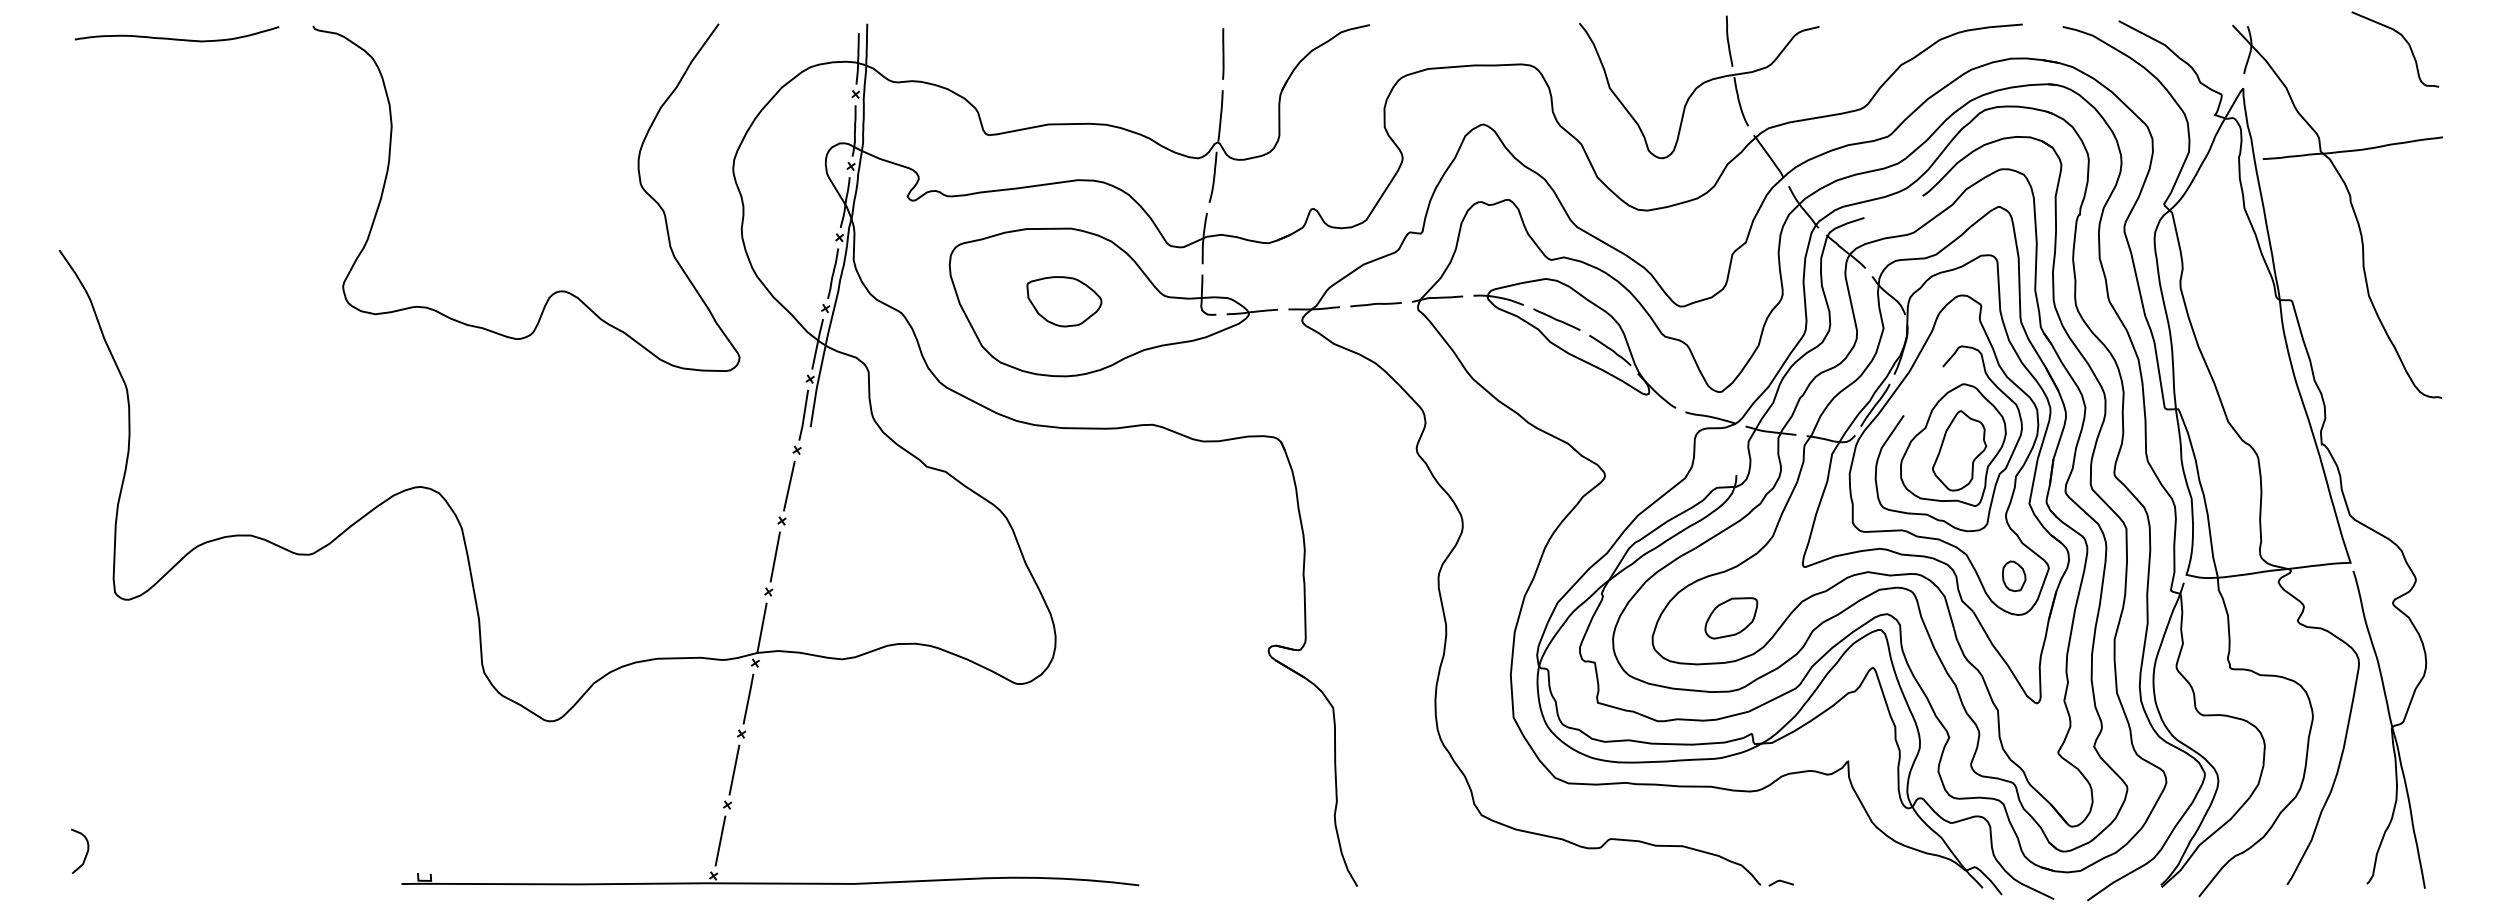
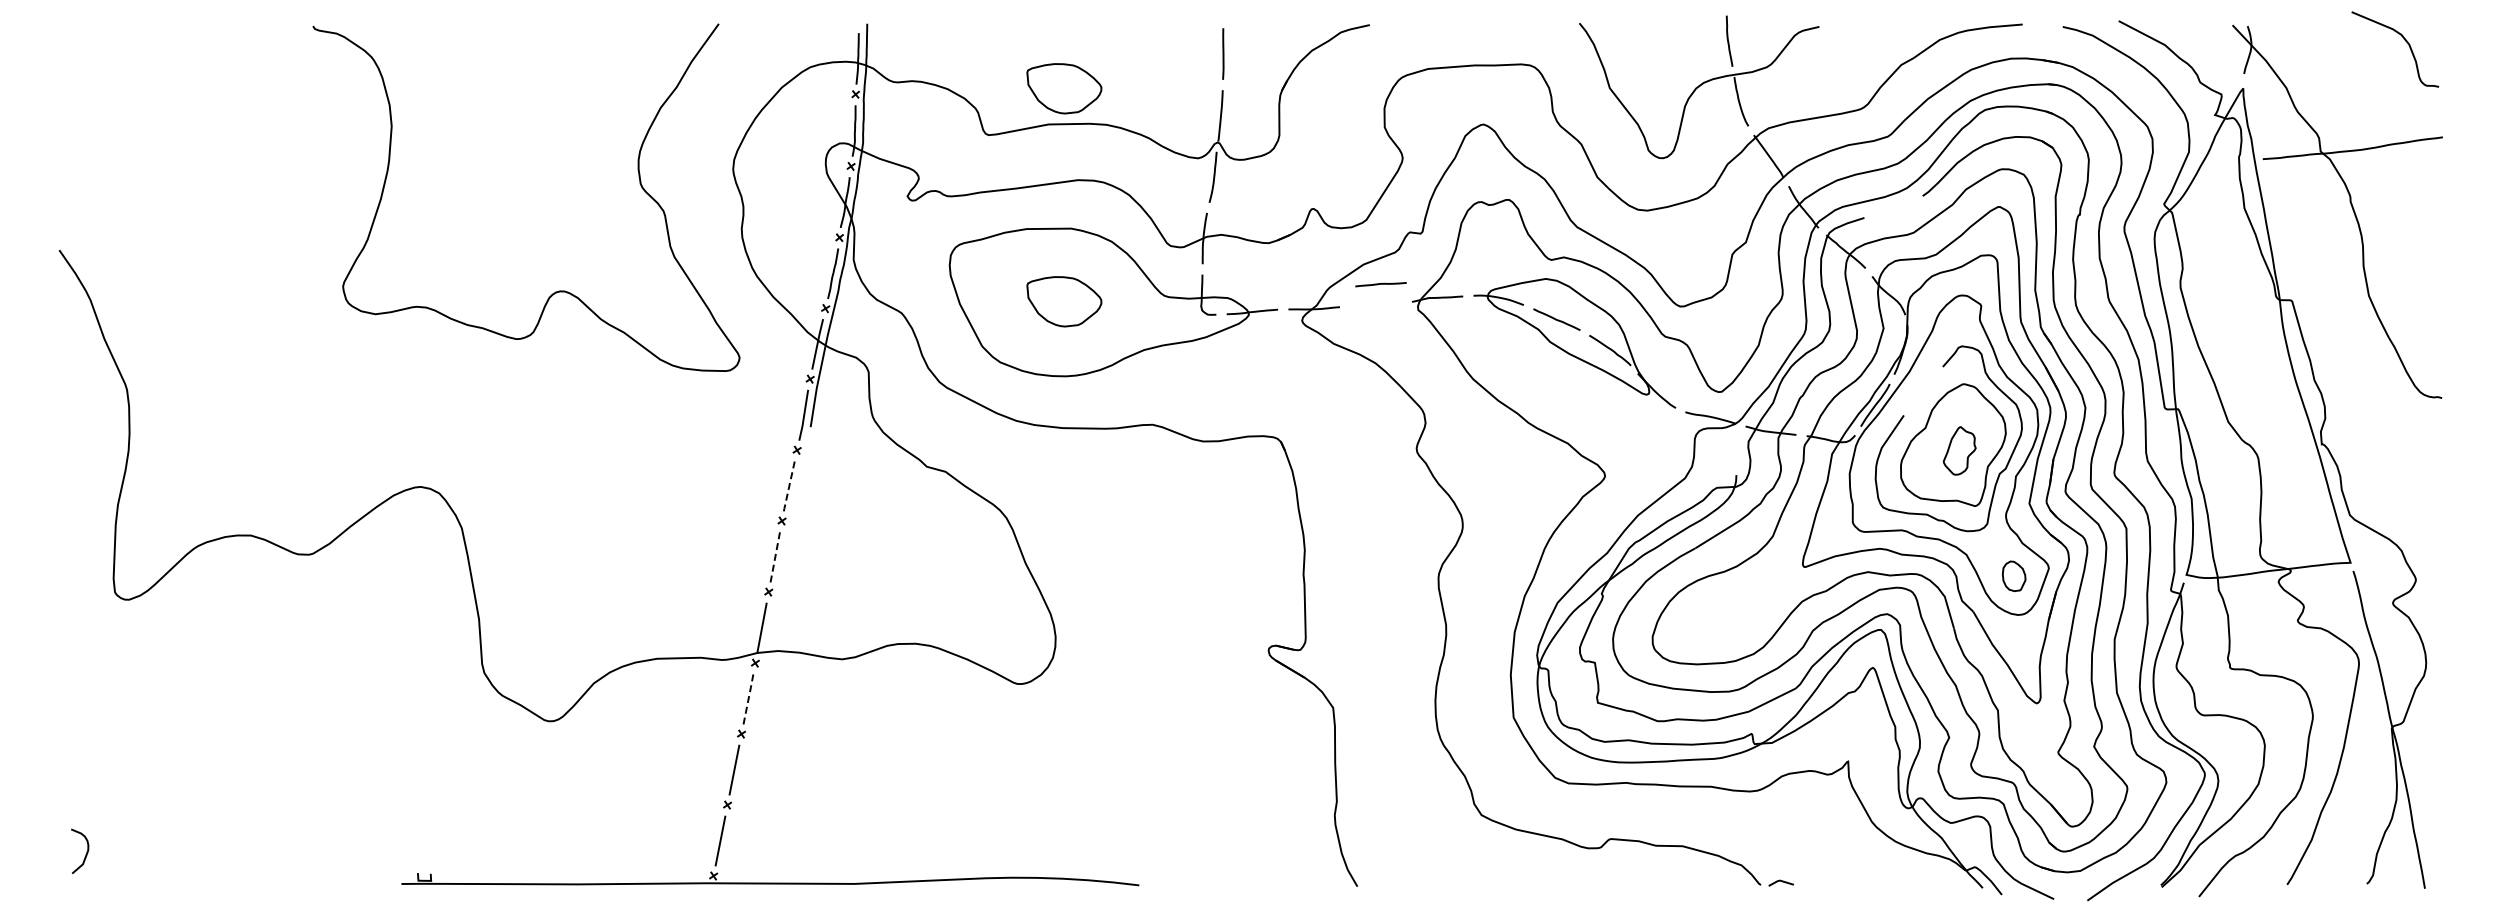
curve at (176, 38): present -> none
part at (1064, 88): none -> present
line at (1375, 304) position: (1375, 304) -> (1380, 284)
part at (1959, 450) size: 56x82 px -> 35x50 px
line at (789, 486): solid -> dashed
line at (775, 557): solid -> dashed
part at (1731, 618): present -> none
line at (748, 698): solid -> dashed
